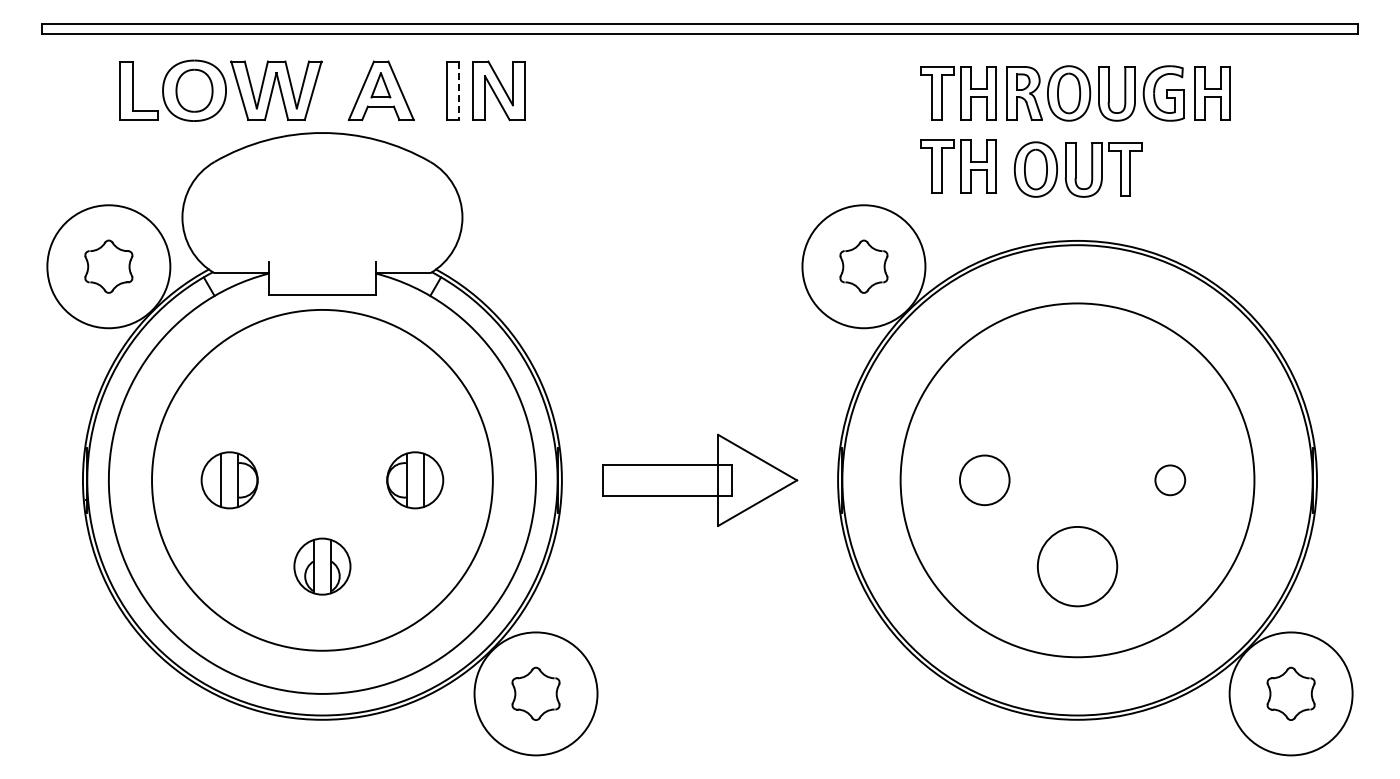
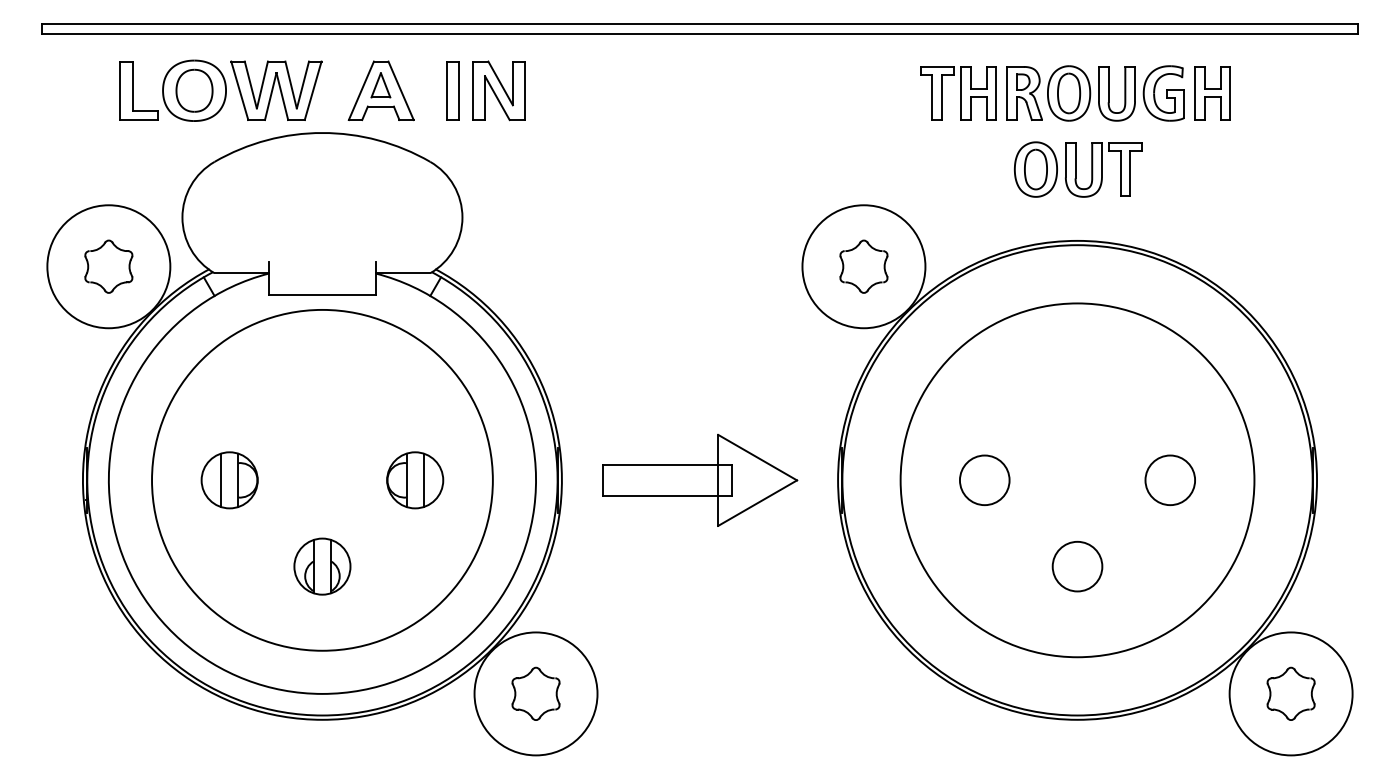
line at (459, 91): dashed -> solid
part at (958, 166): present -> none
circle at (1170, 480) diameter: 30 px -> 50 px
circle at (1077, 566) diameter: 79 px -> 50 px
